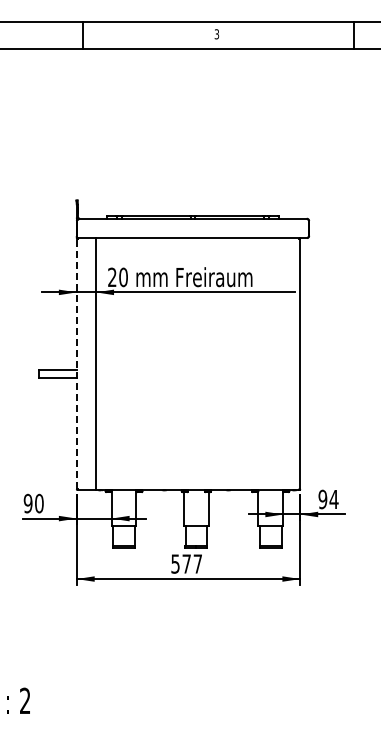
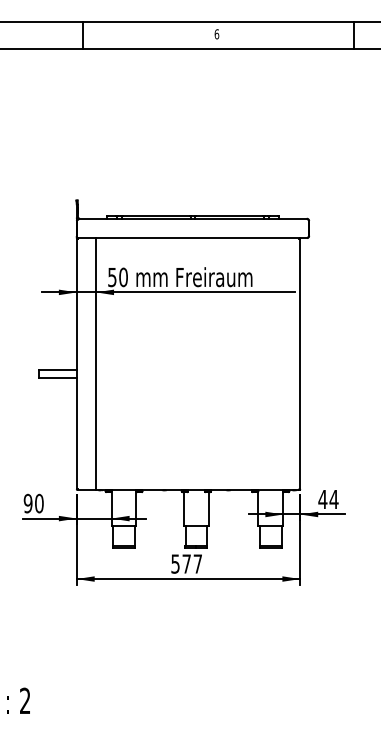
text at (216, 34): 3 -> 6
text at (112, 277): 20 -> 50
line at (76, 363): dashed -> solid
text at (322, 499): 94 -> 44
